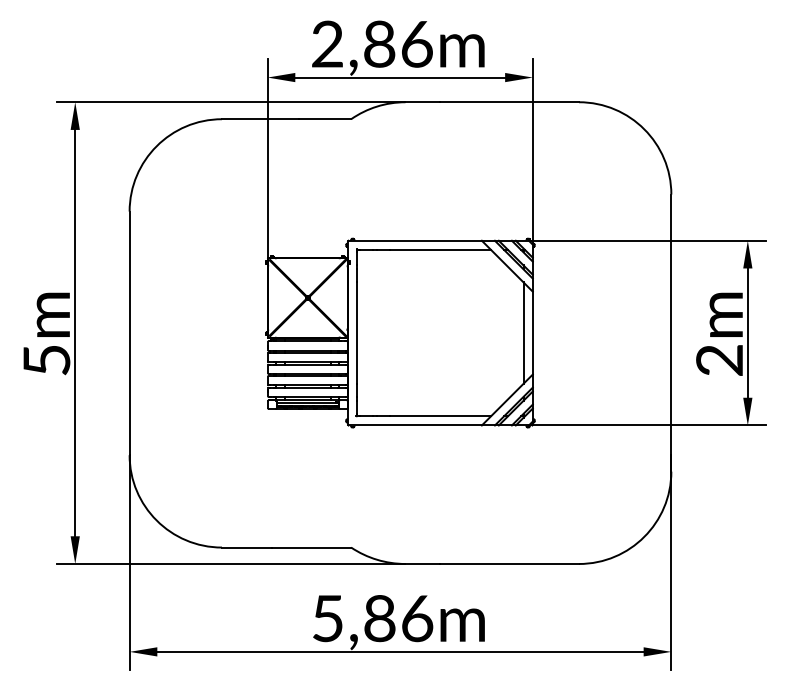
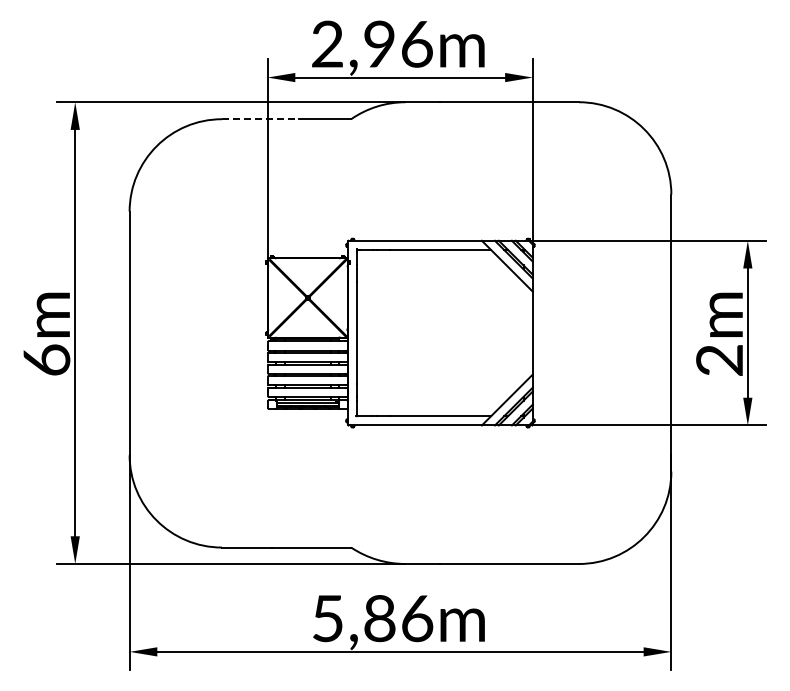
text at (379, 44): 2,86m -> 2,96m
line at (260, 119): solid -> dashed
line at (523, 332): present -> none
text at (46, 359): 5m -> 6m
